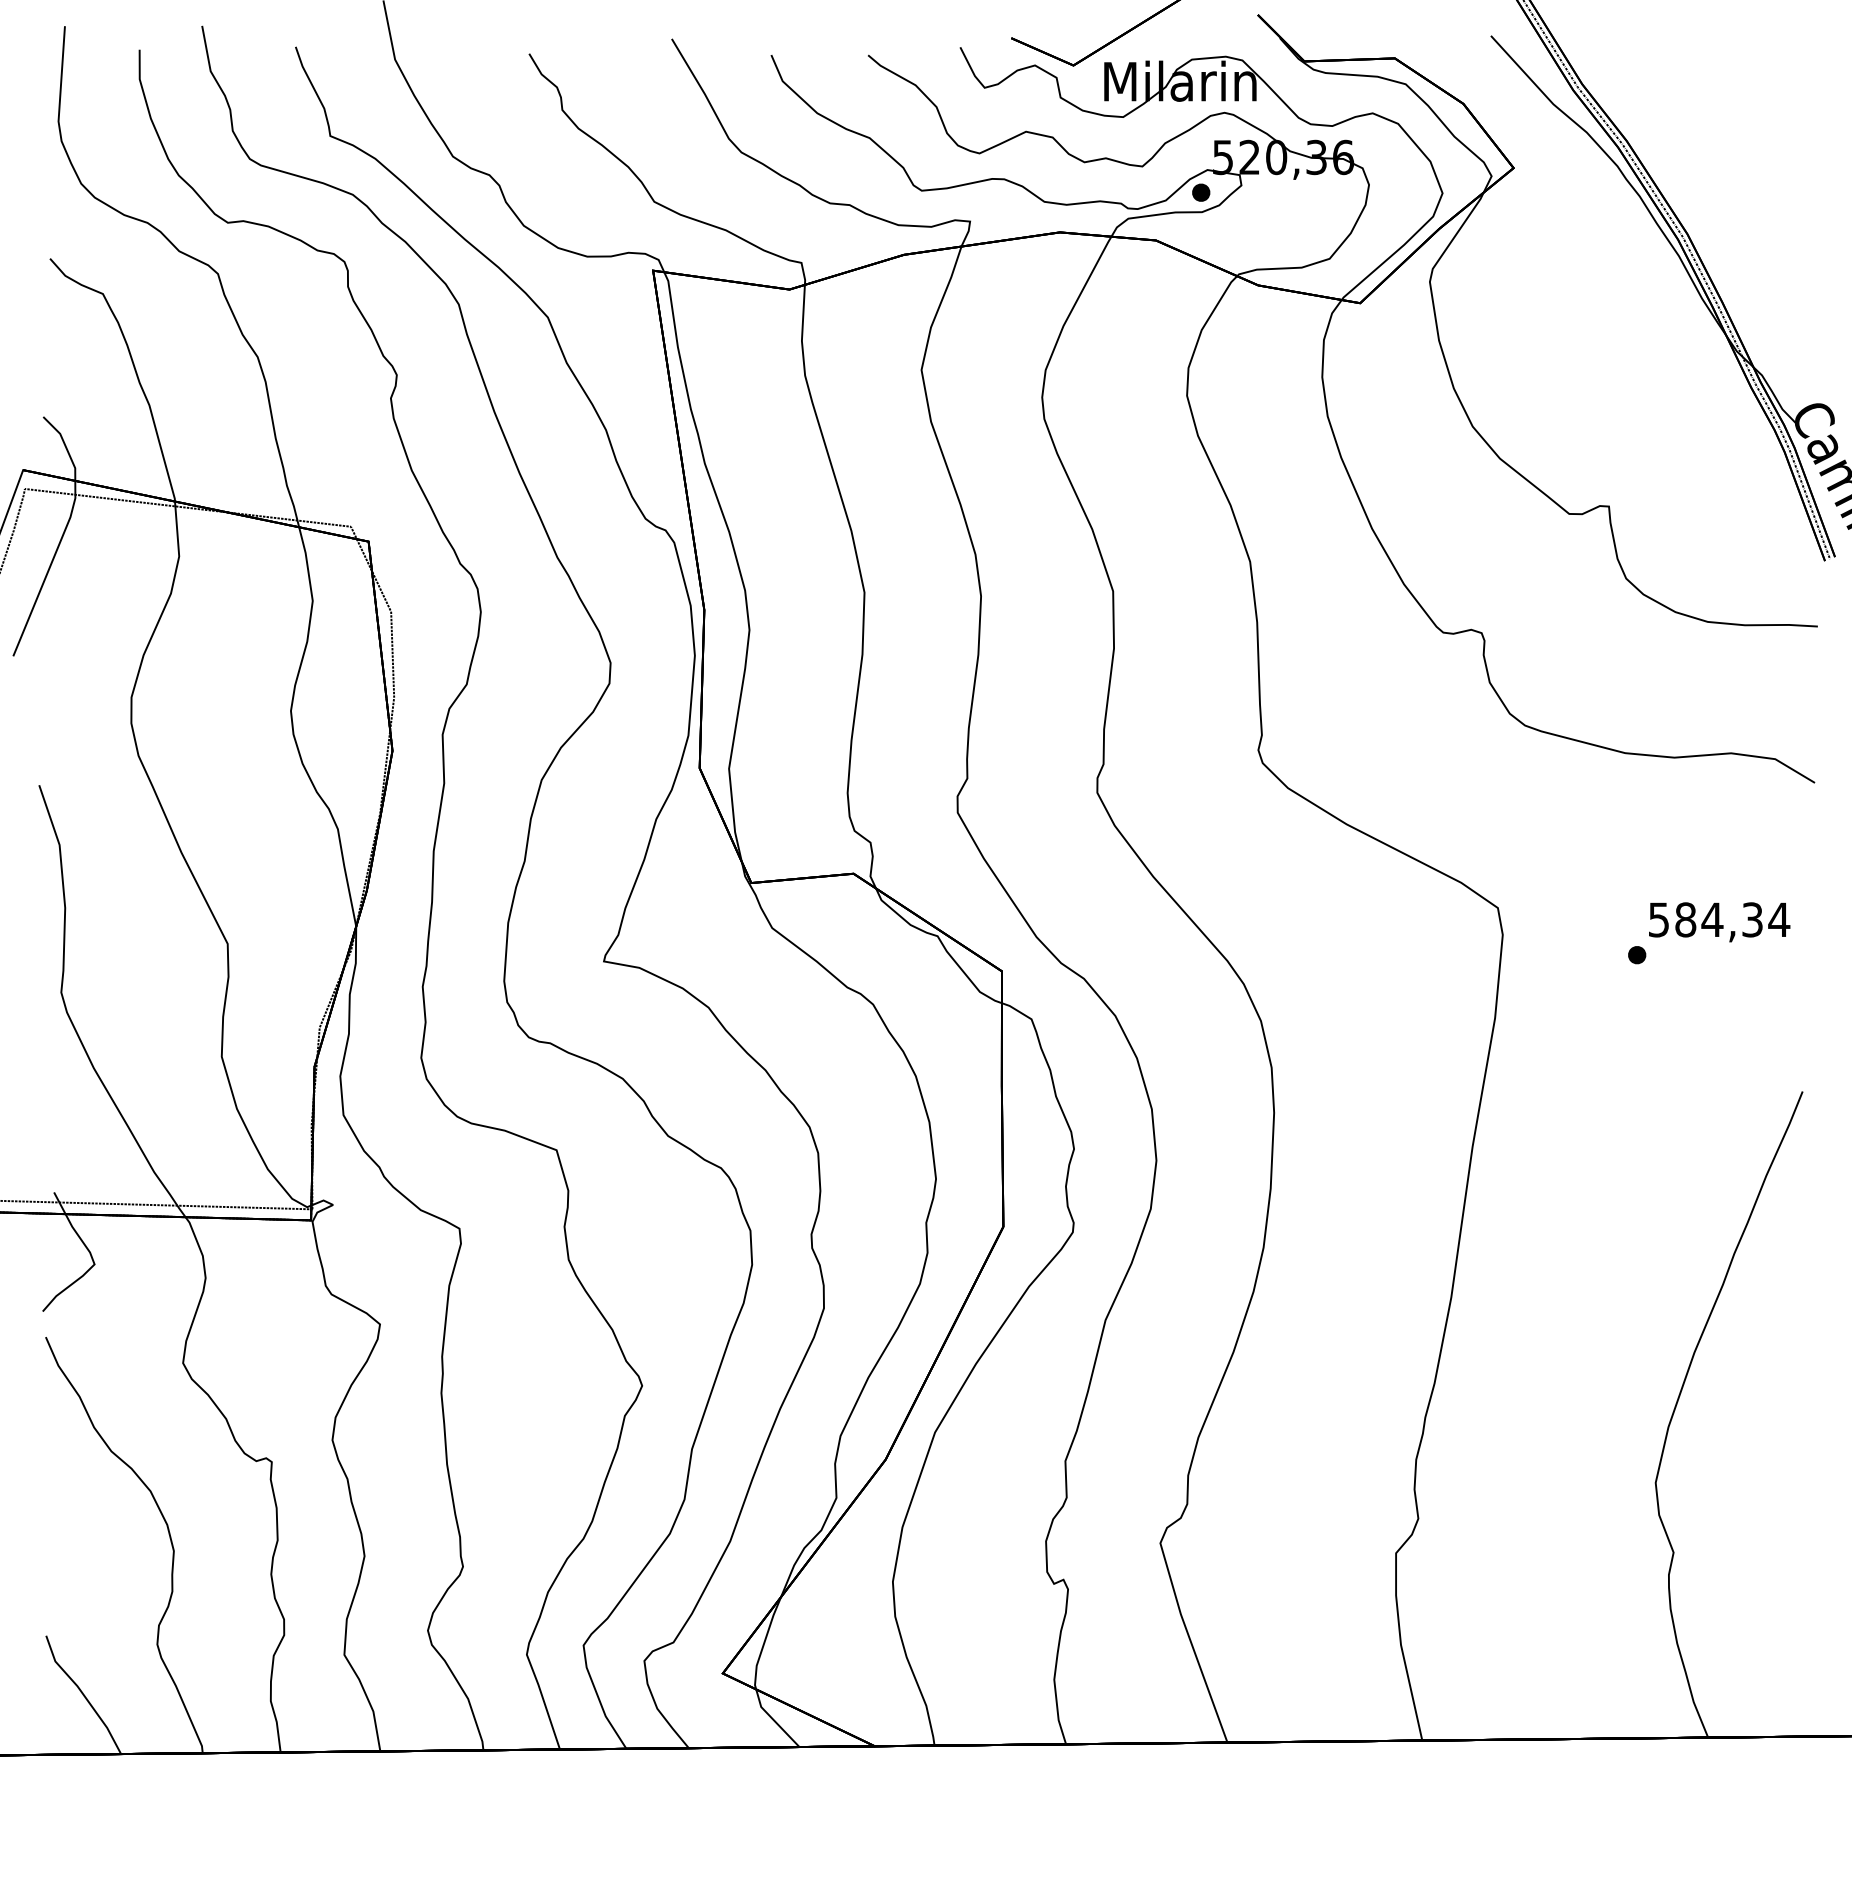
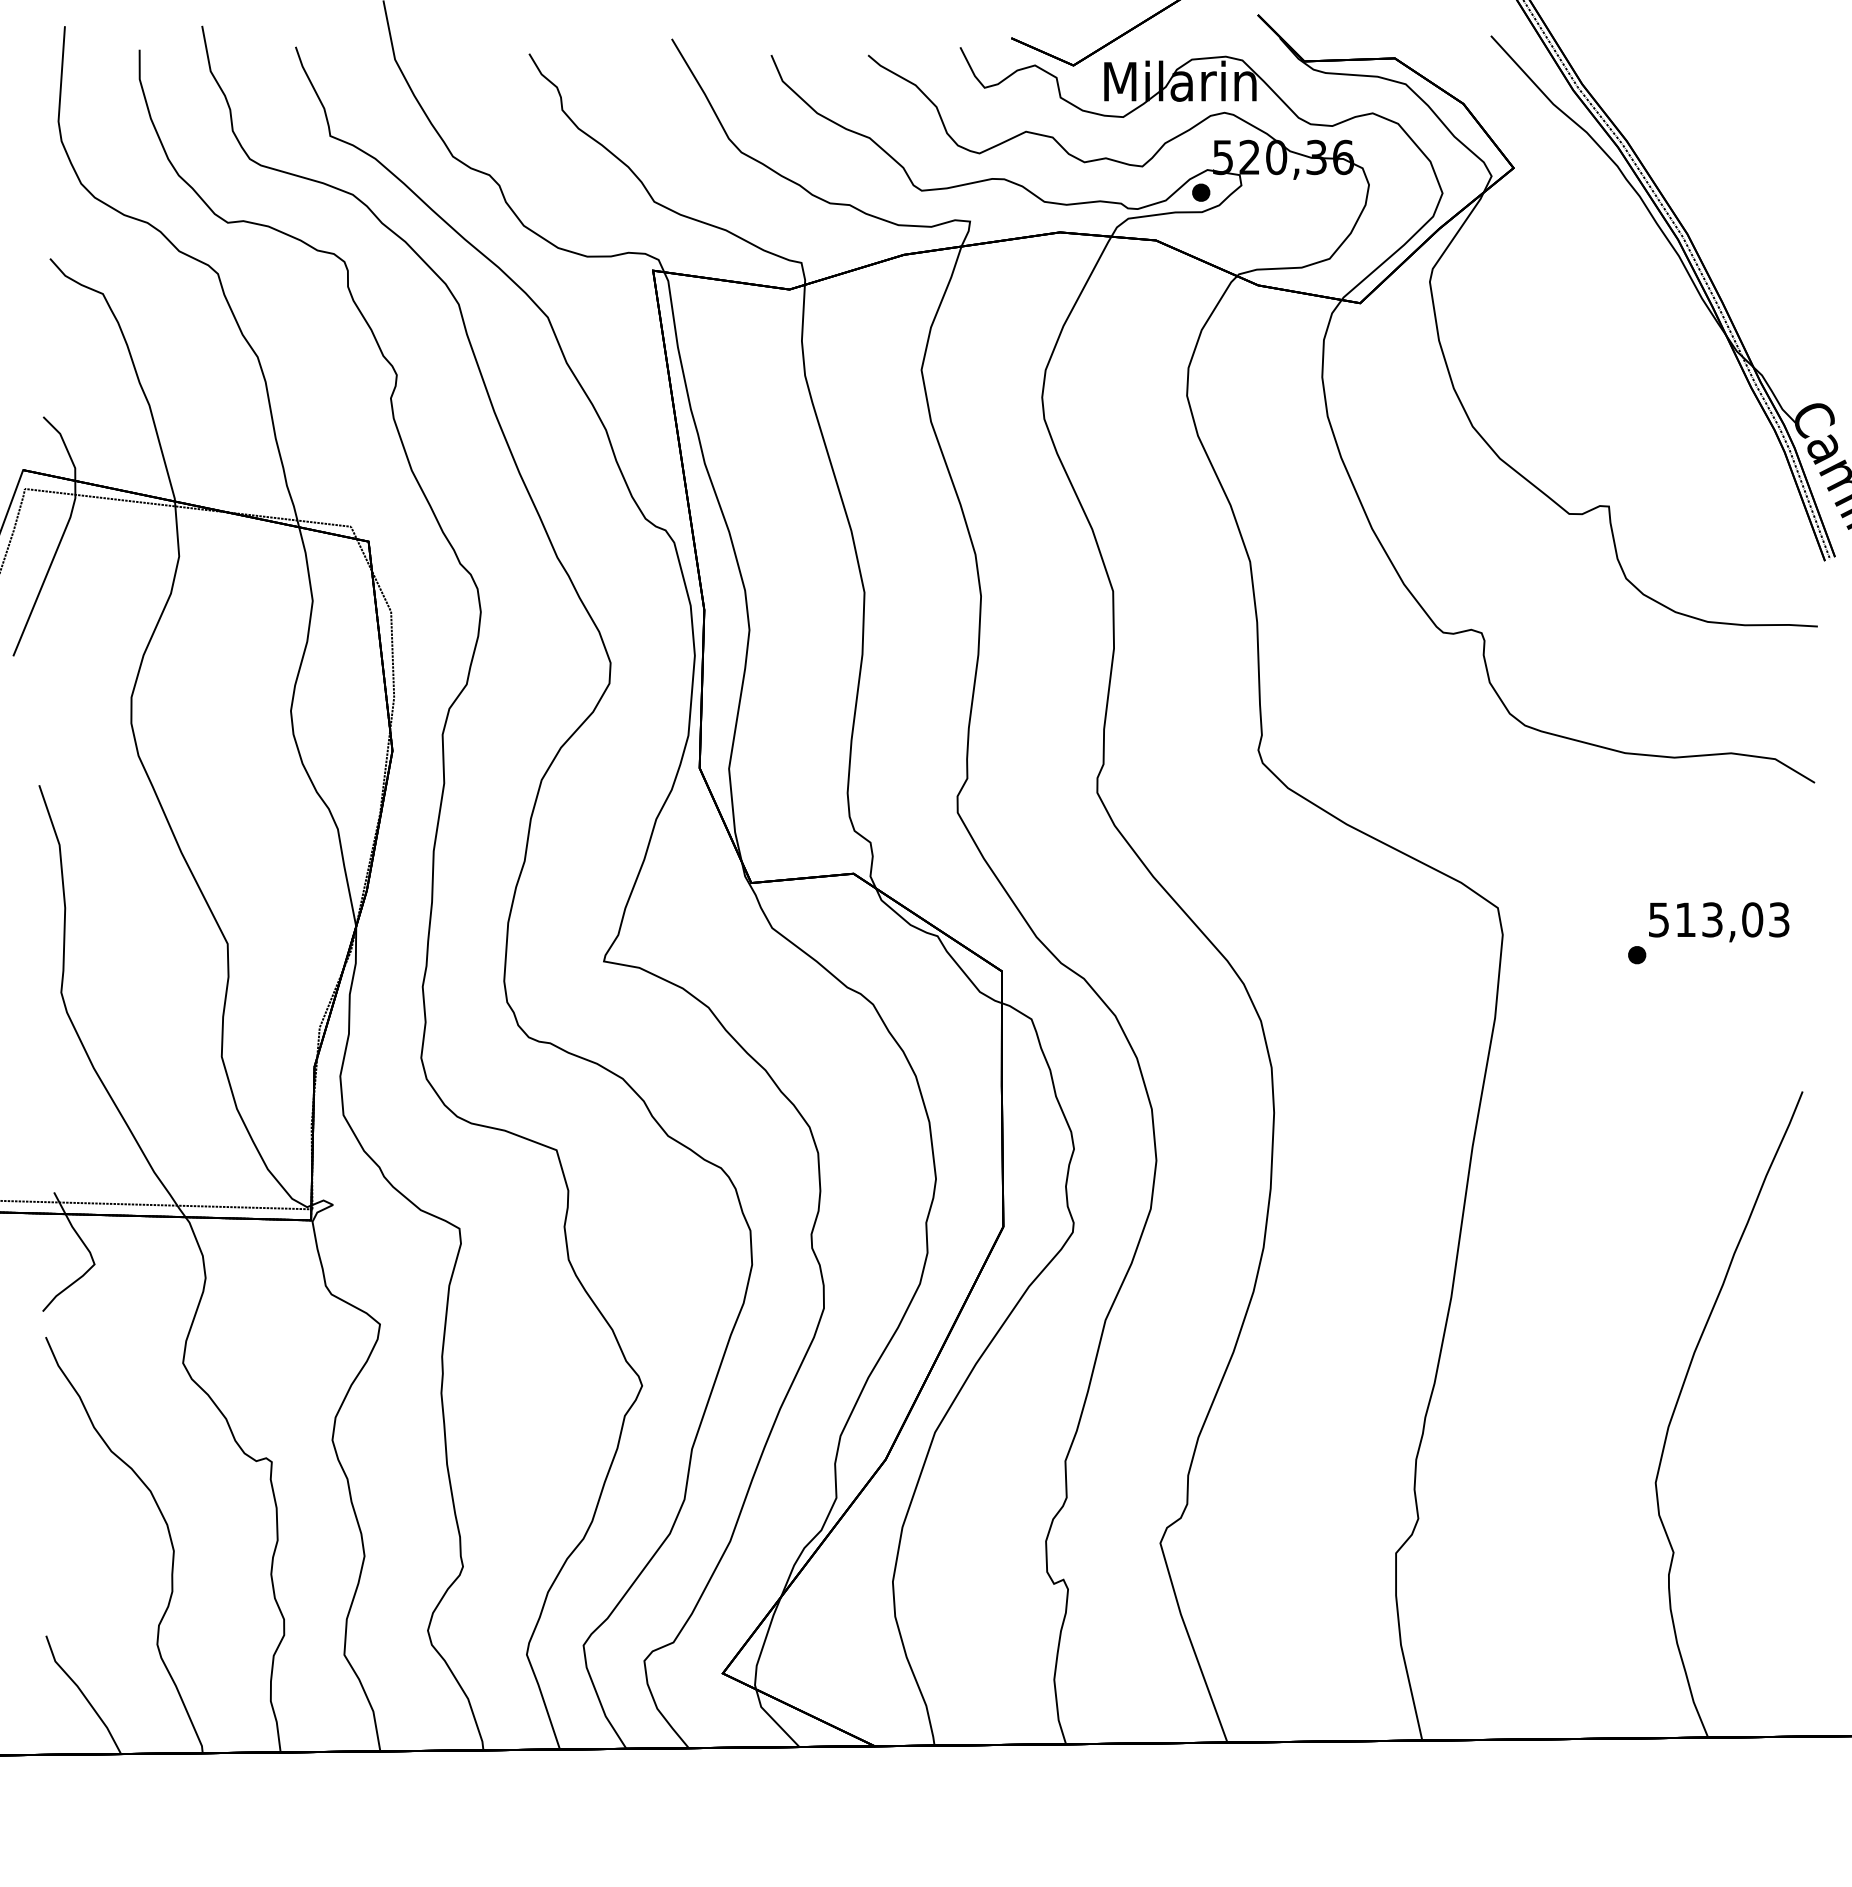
text at (1732, 919): 584,34 -> 513,03
